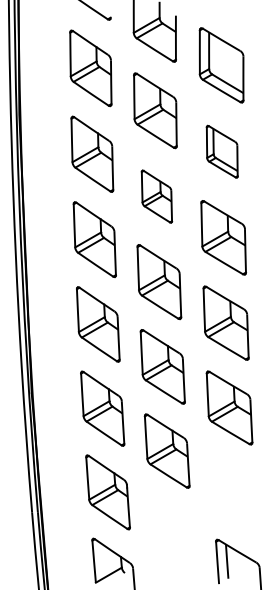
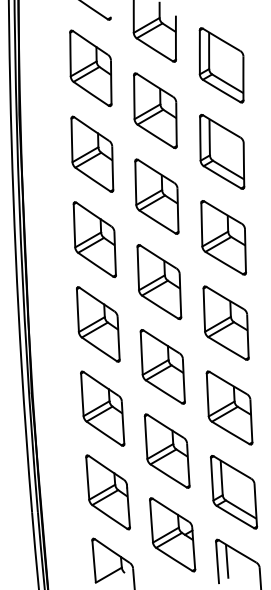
part at (221, 151) size: 34x55 px -> 47x77 px
part at (156, 196) size: 34x55 px -> 46x77 px
part at (234, 492): none -> present
part at (172, 534): none -> present
